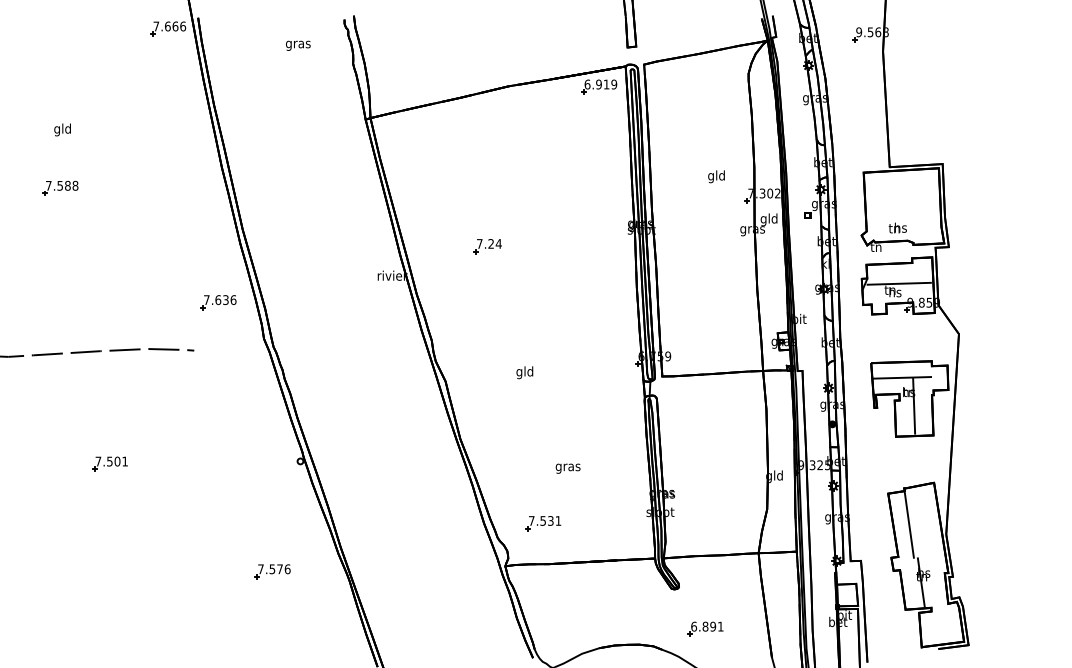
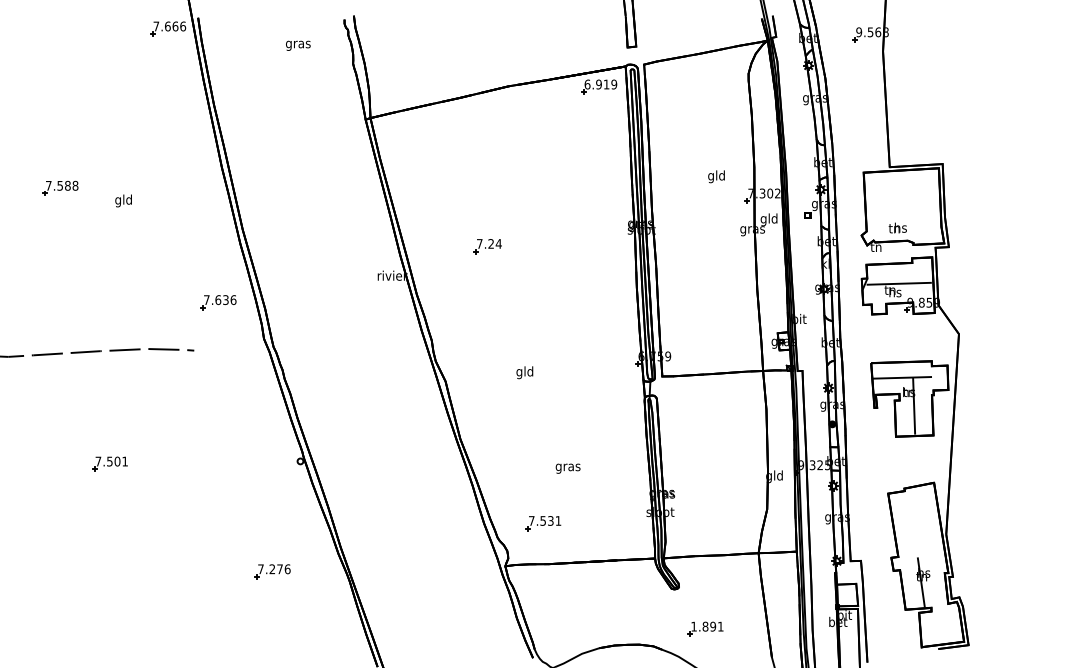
text at (62, 129) position: (62, 129) -> (123, 200)
line at (908, 522): present -> none
text at (272, 569): 7.576 -> 7.276
text at (694, 626): 6.891 -> 1.891
